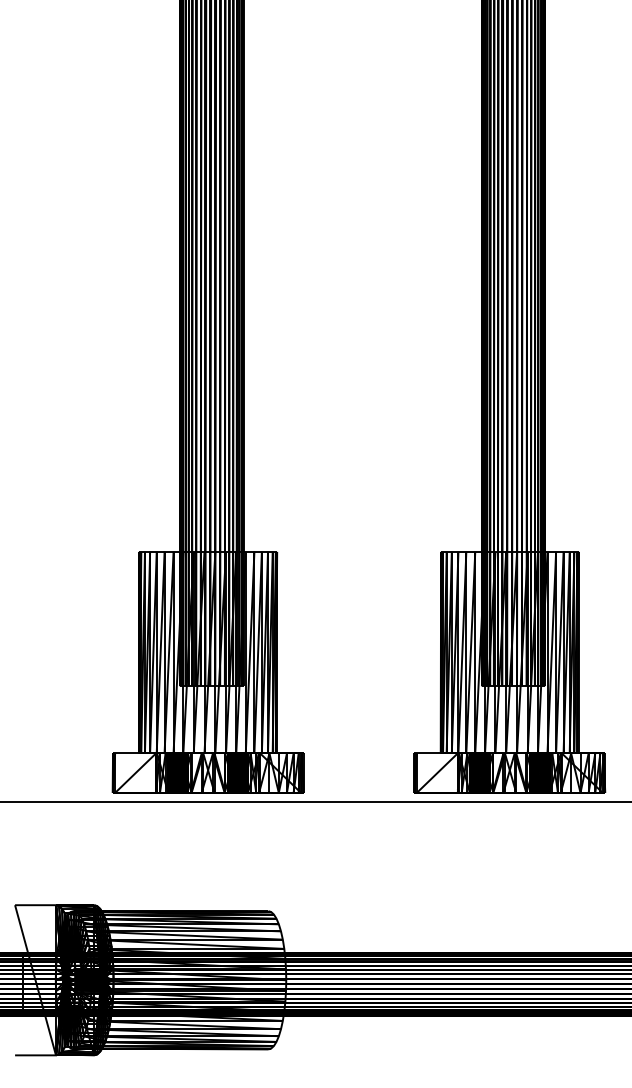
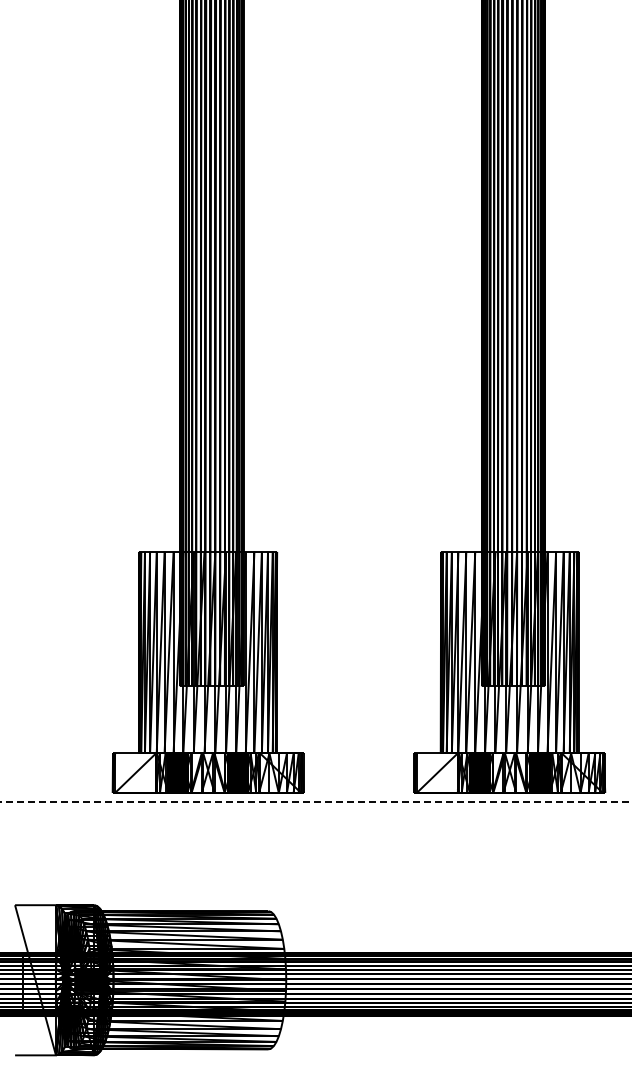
line at (315, 801): solid -> dashed
